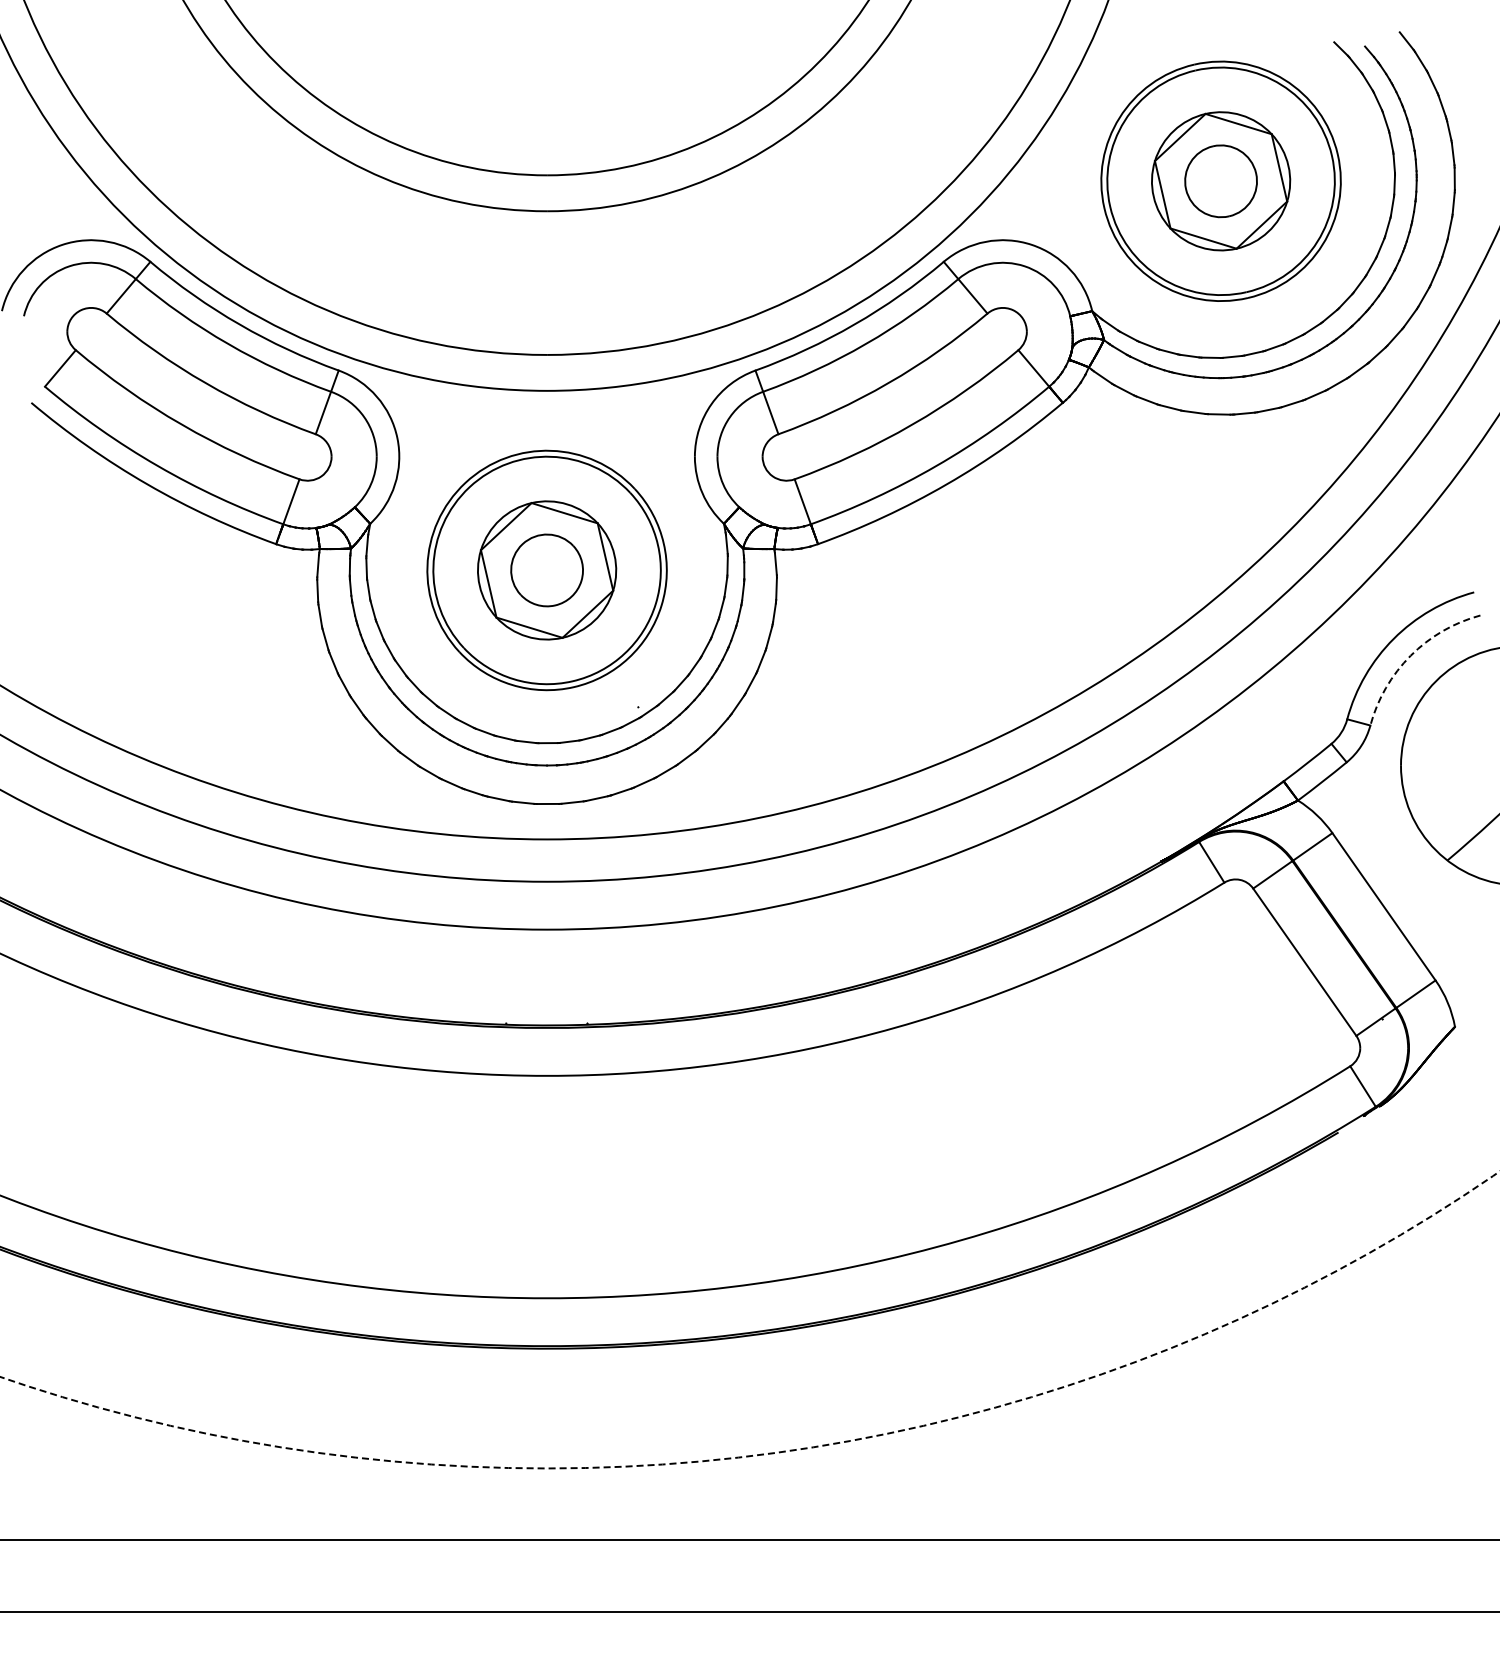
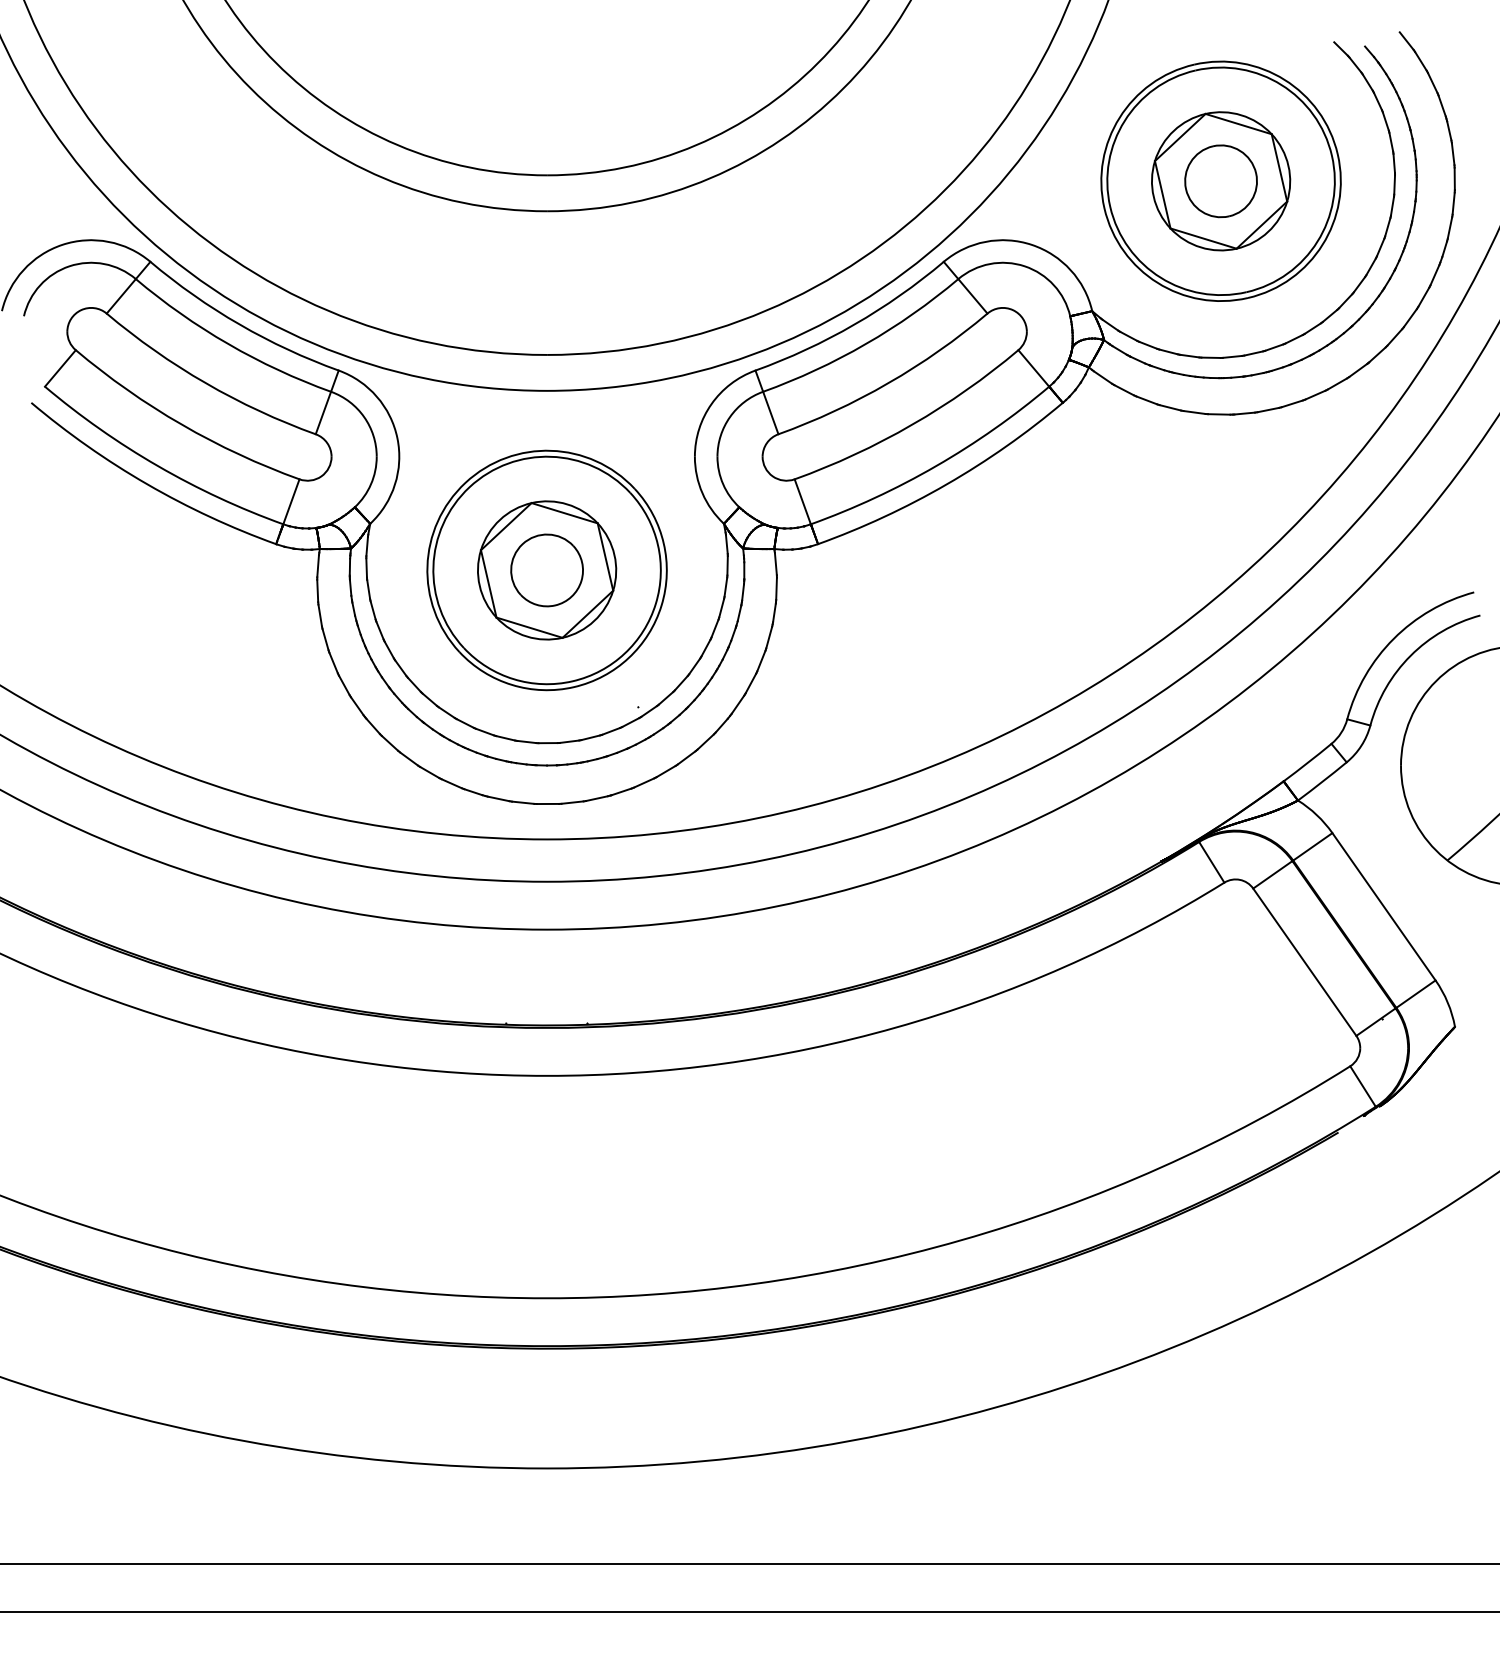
arc at (1410, 655): dashed -> solid
arc at (774, 1453): dashed -> solid
line at (749, 1540) position: (749, 1540) -> (749, 1564)
